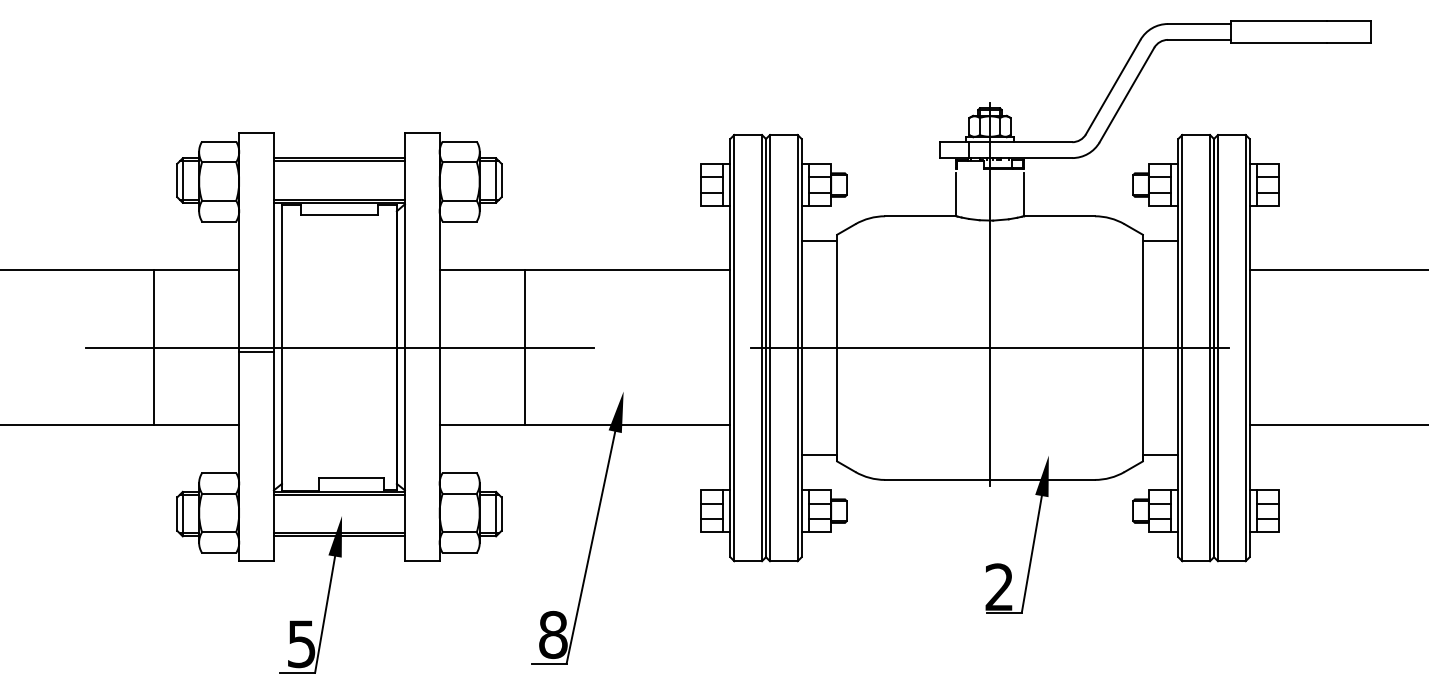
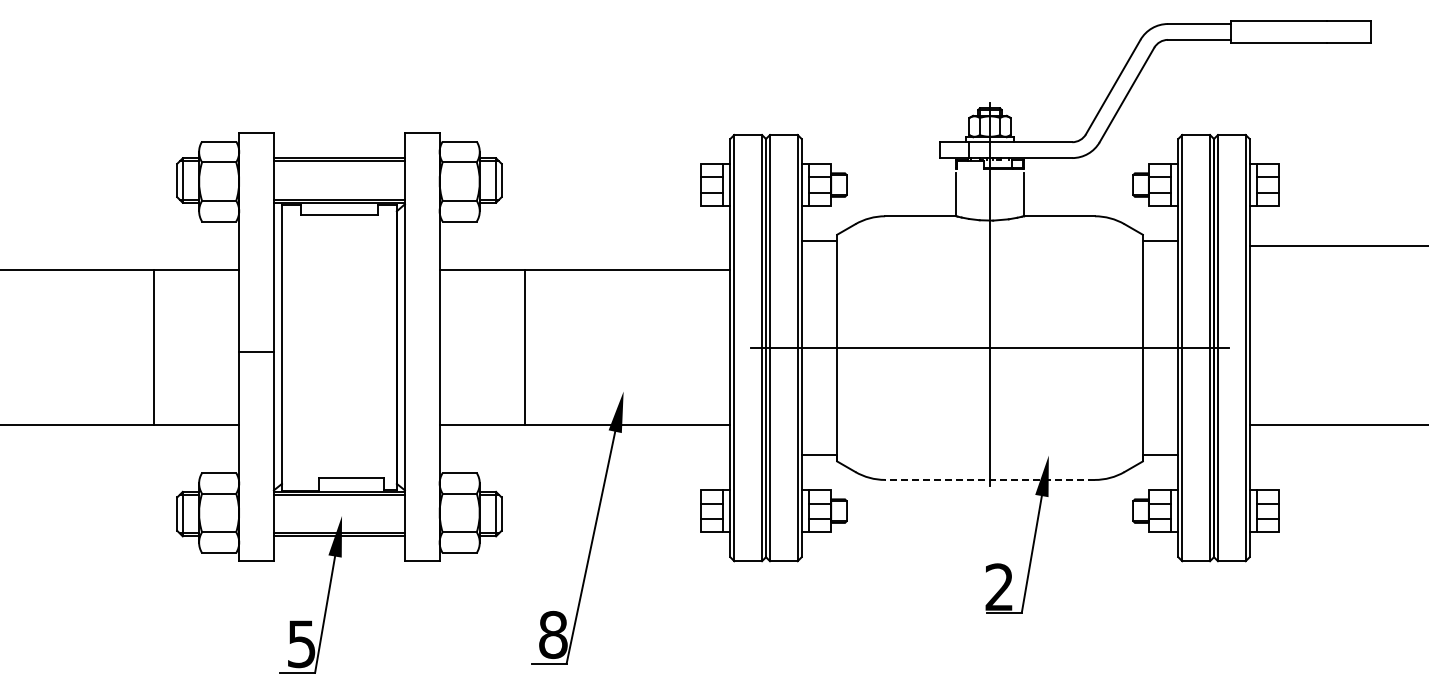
line at (1337, 269) position: (1337, 269) -> (1337, 245)
line at (339, 348): present -> none
line at (990, 479): solid -> dashed
